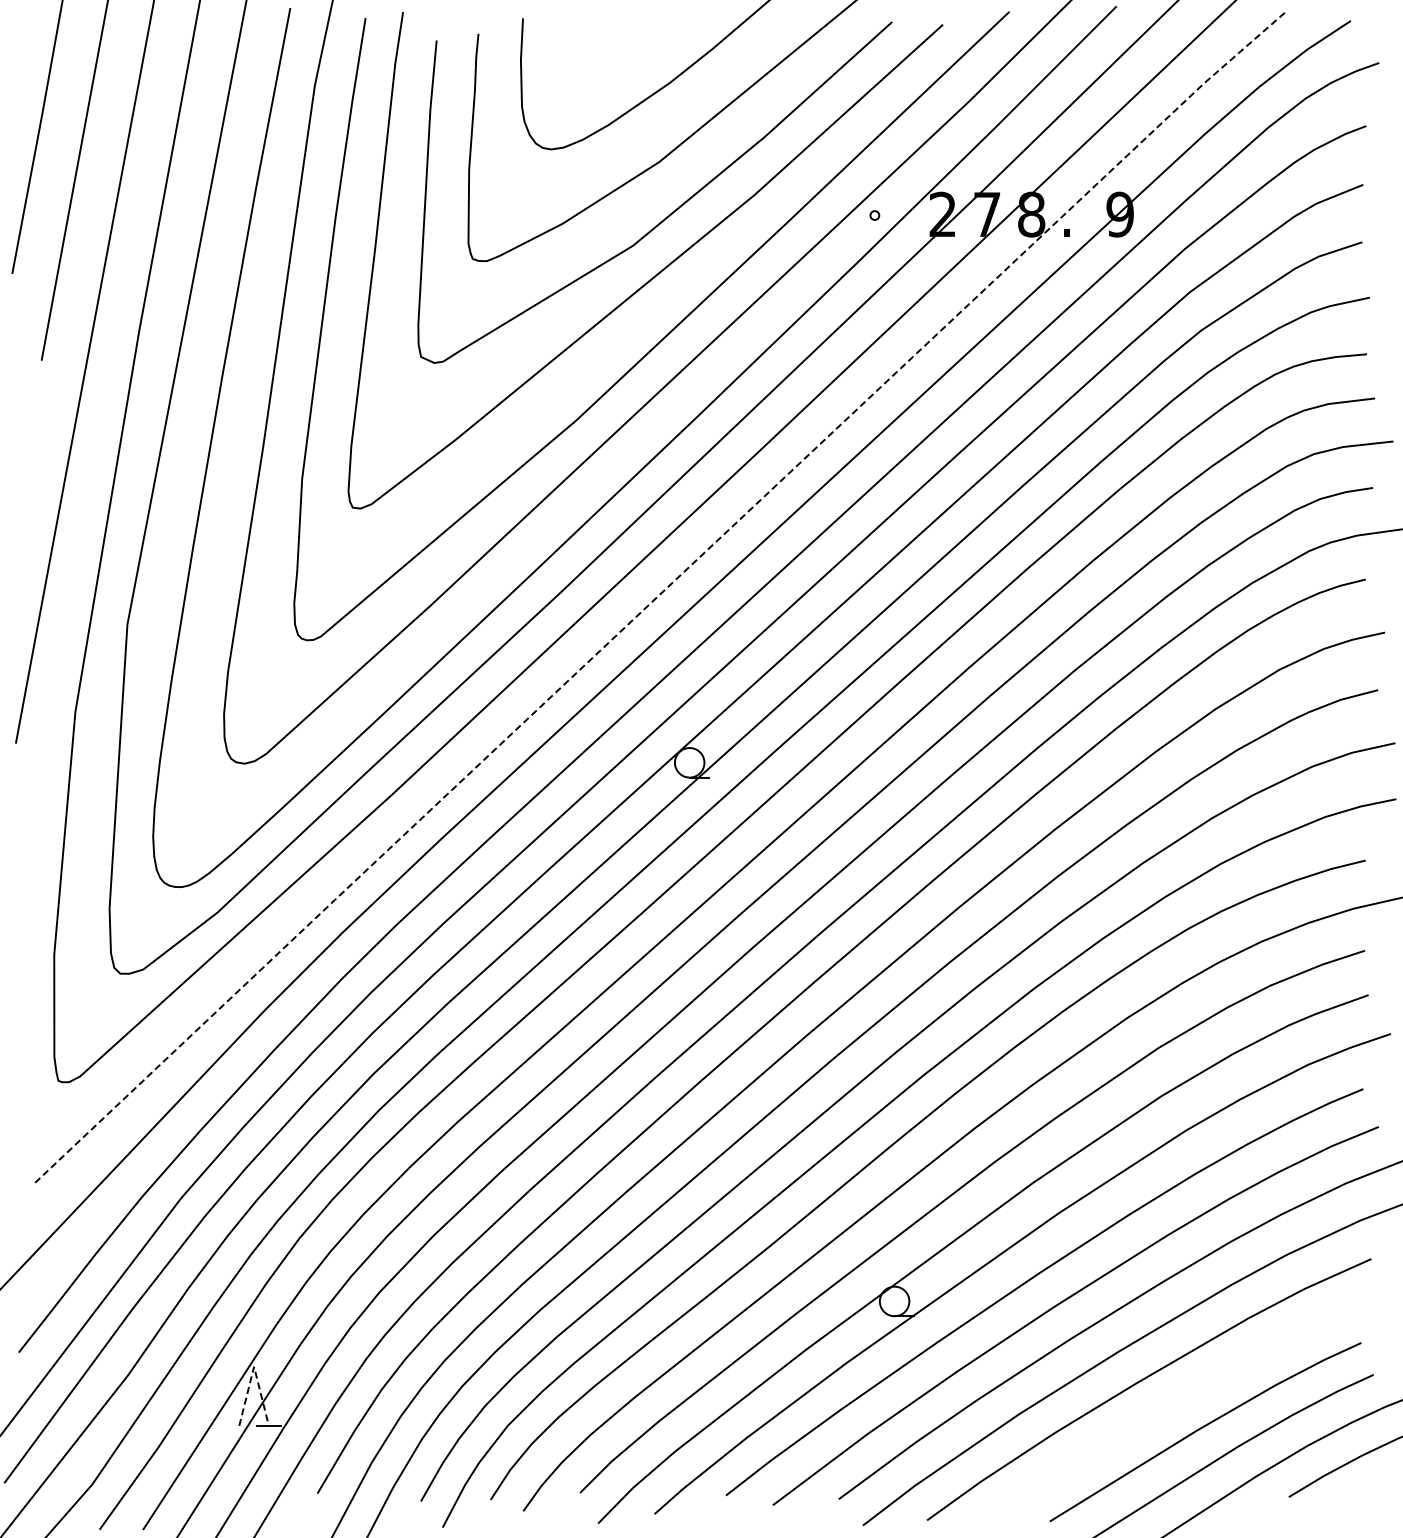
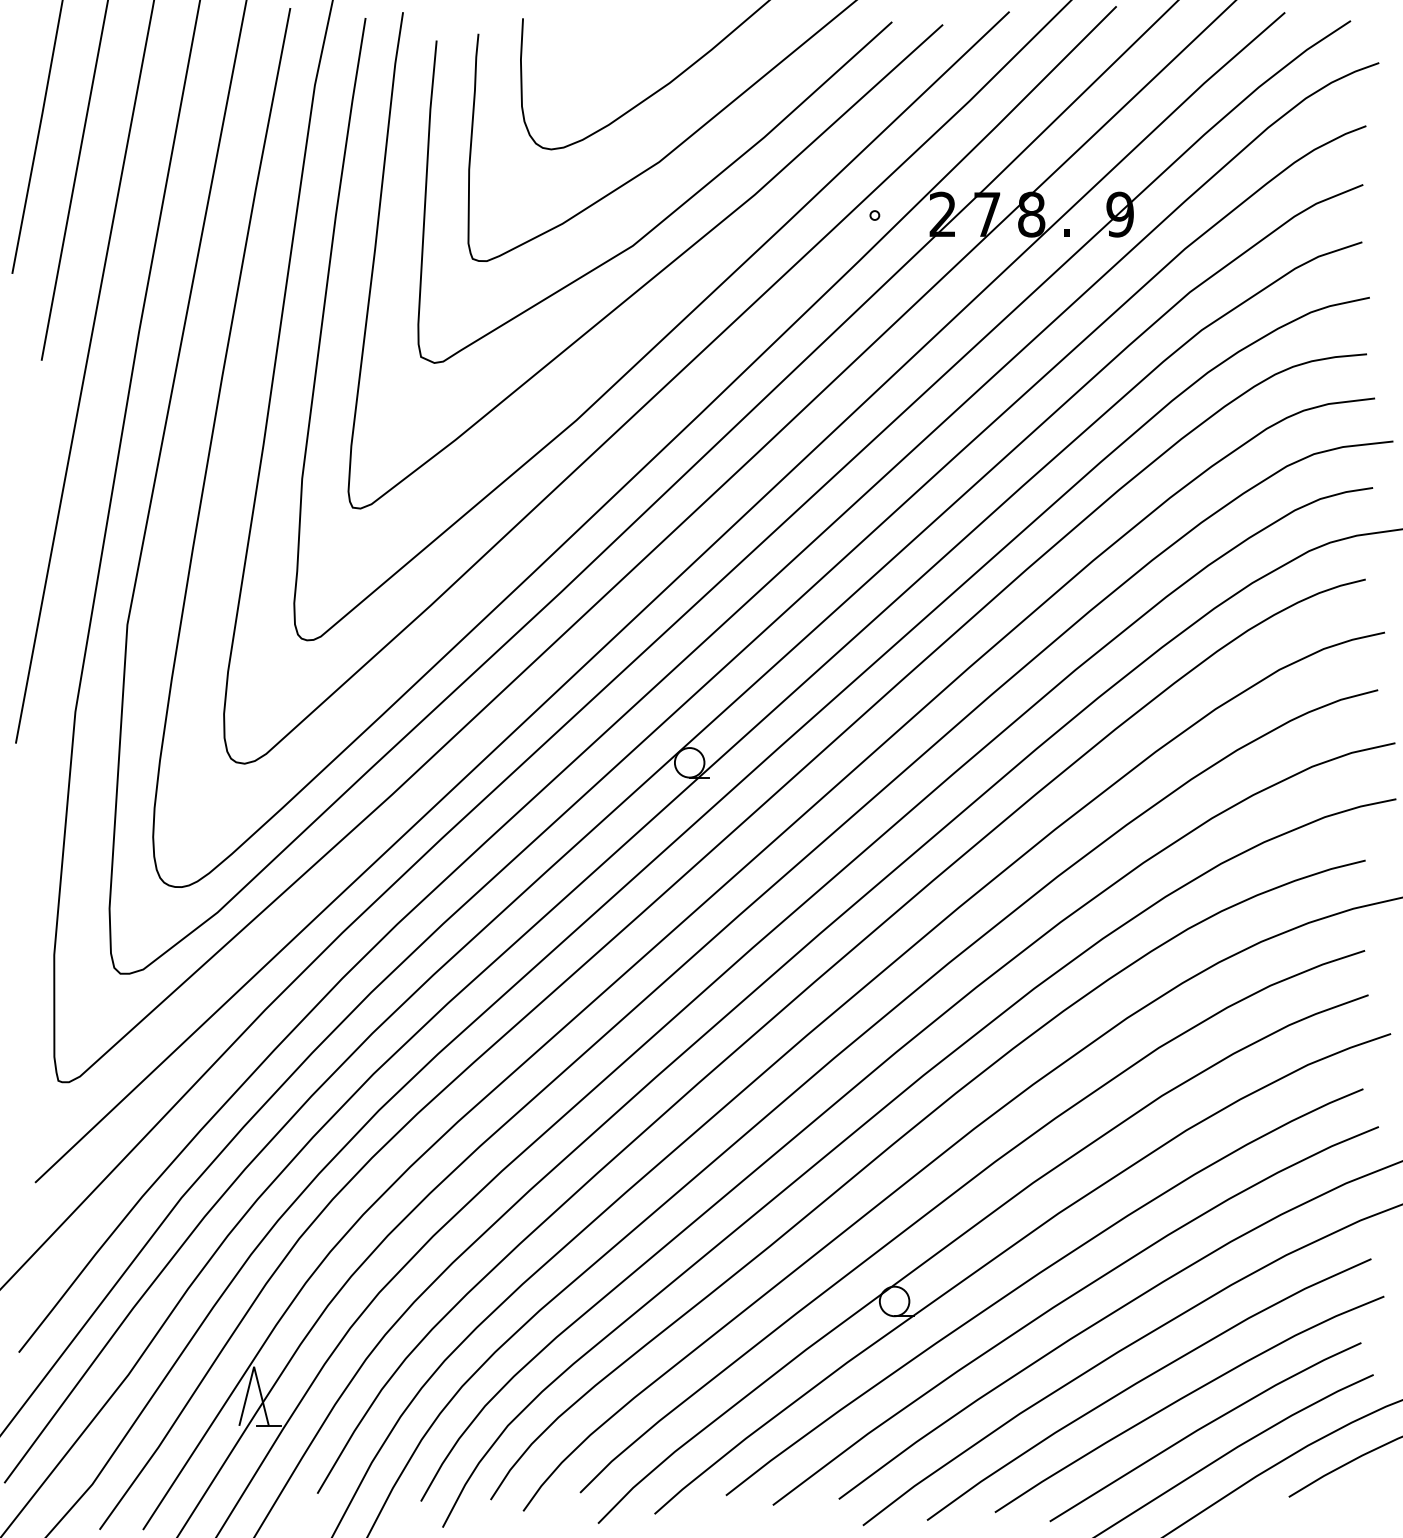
line at (658, 596): dashed -> solid
line at (254, 1366): dashed -> solid
curve at (1185, 1397): none -> present
